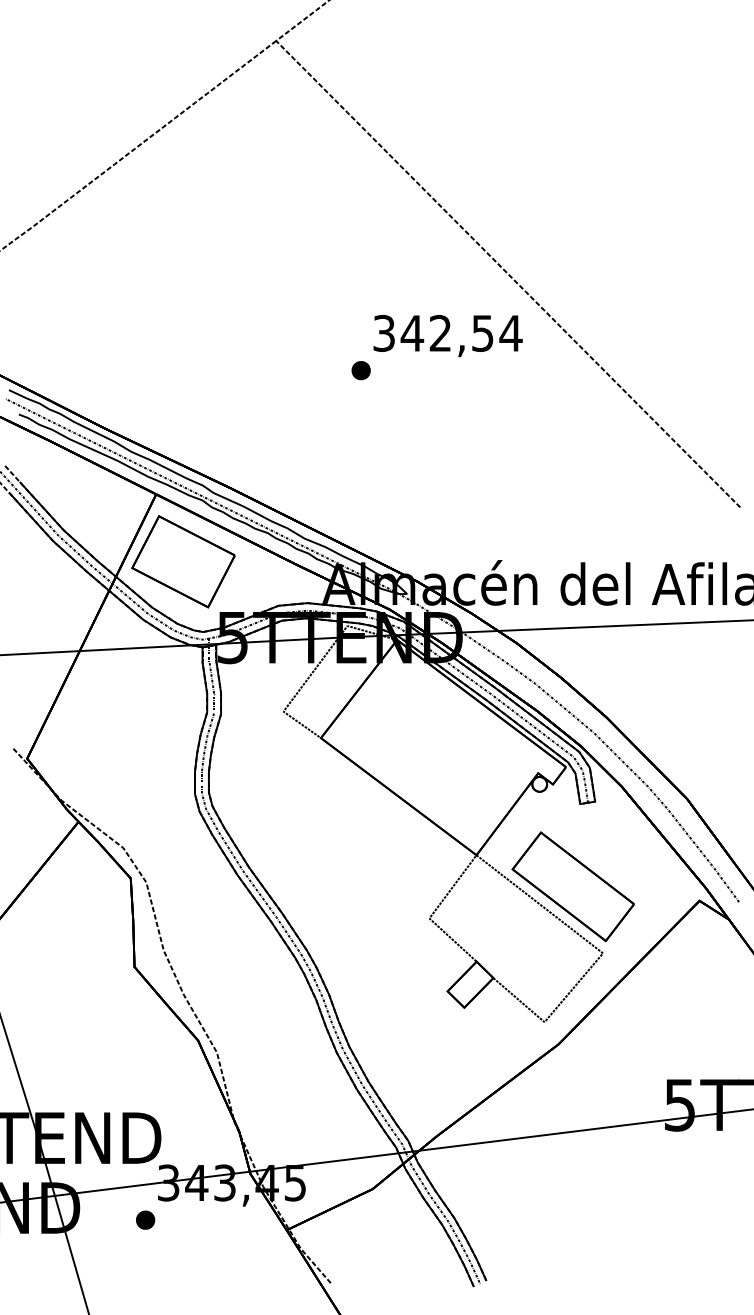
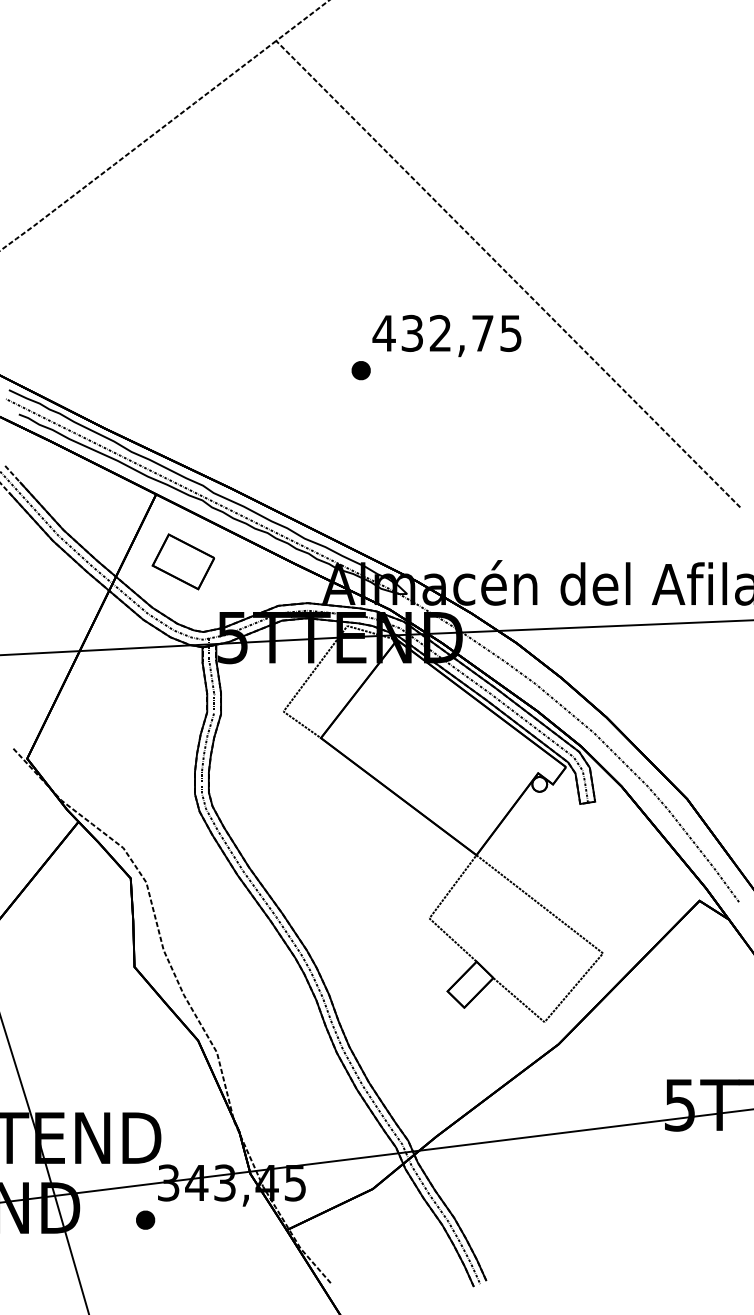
text at (447, 332): 342,54 -> 432,75
part at (183, 561) size: 105x94 px -> 64x58 px
part at (572, 886): present -> none
